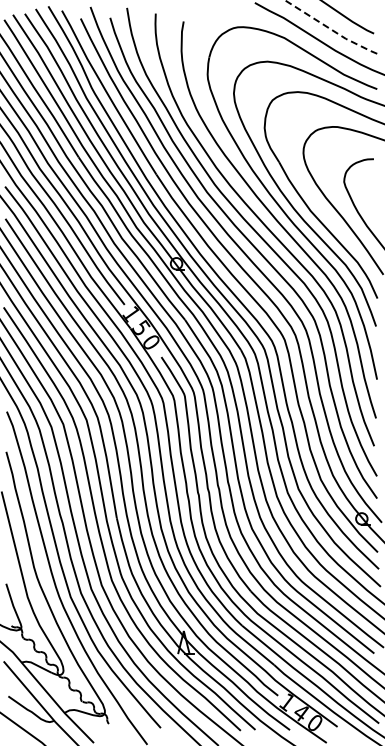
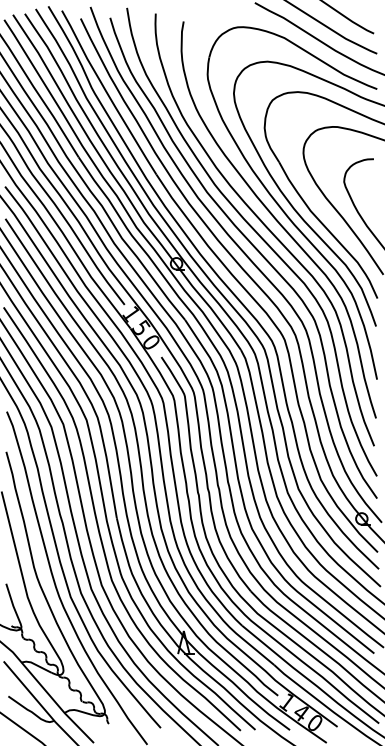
line at (331, 29): dashed -> solid
